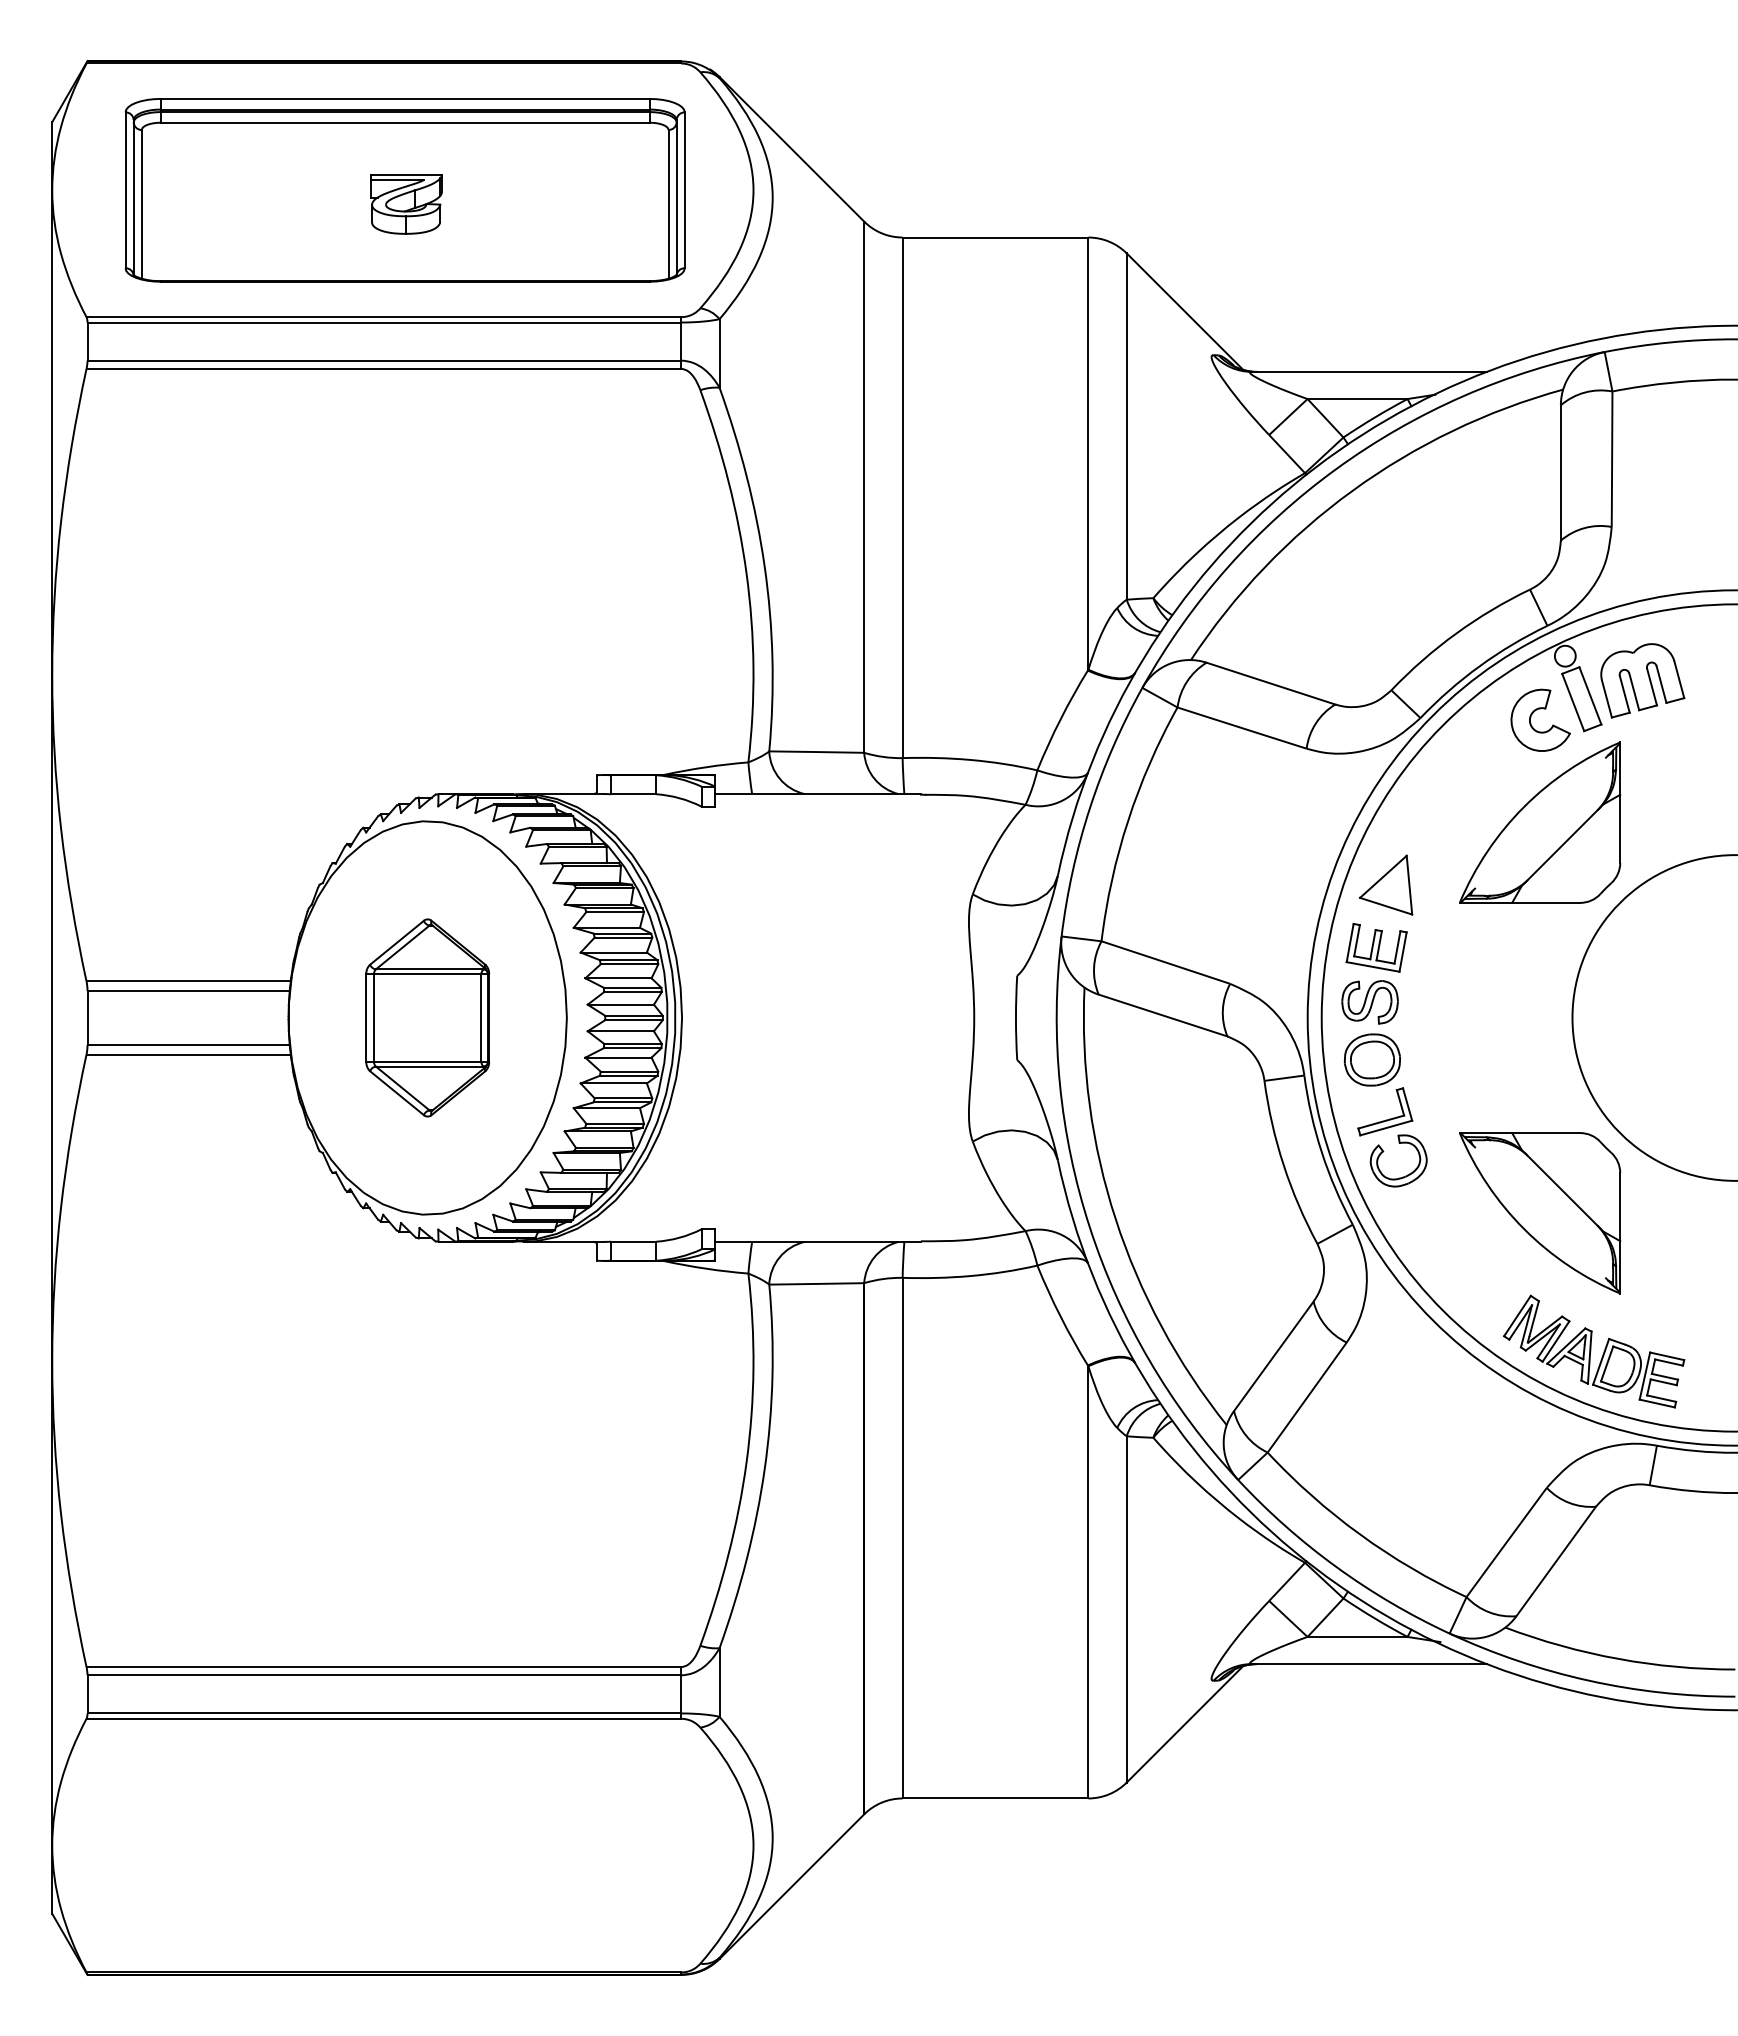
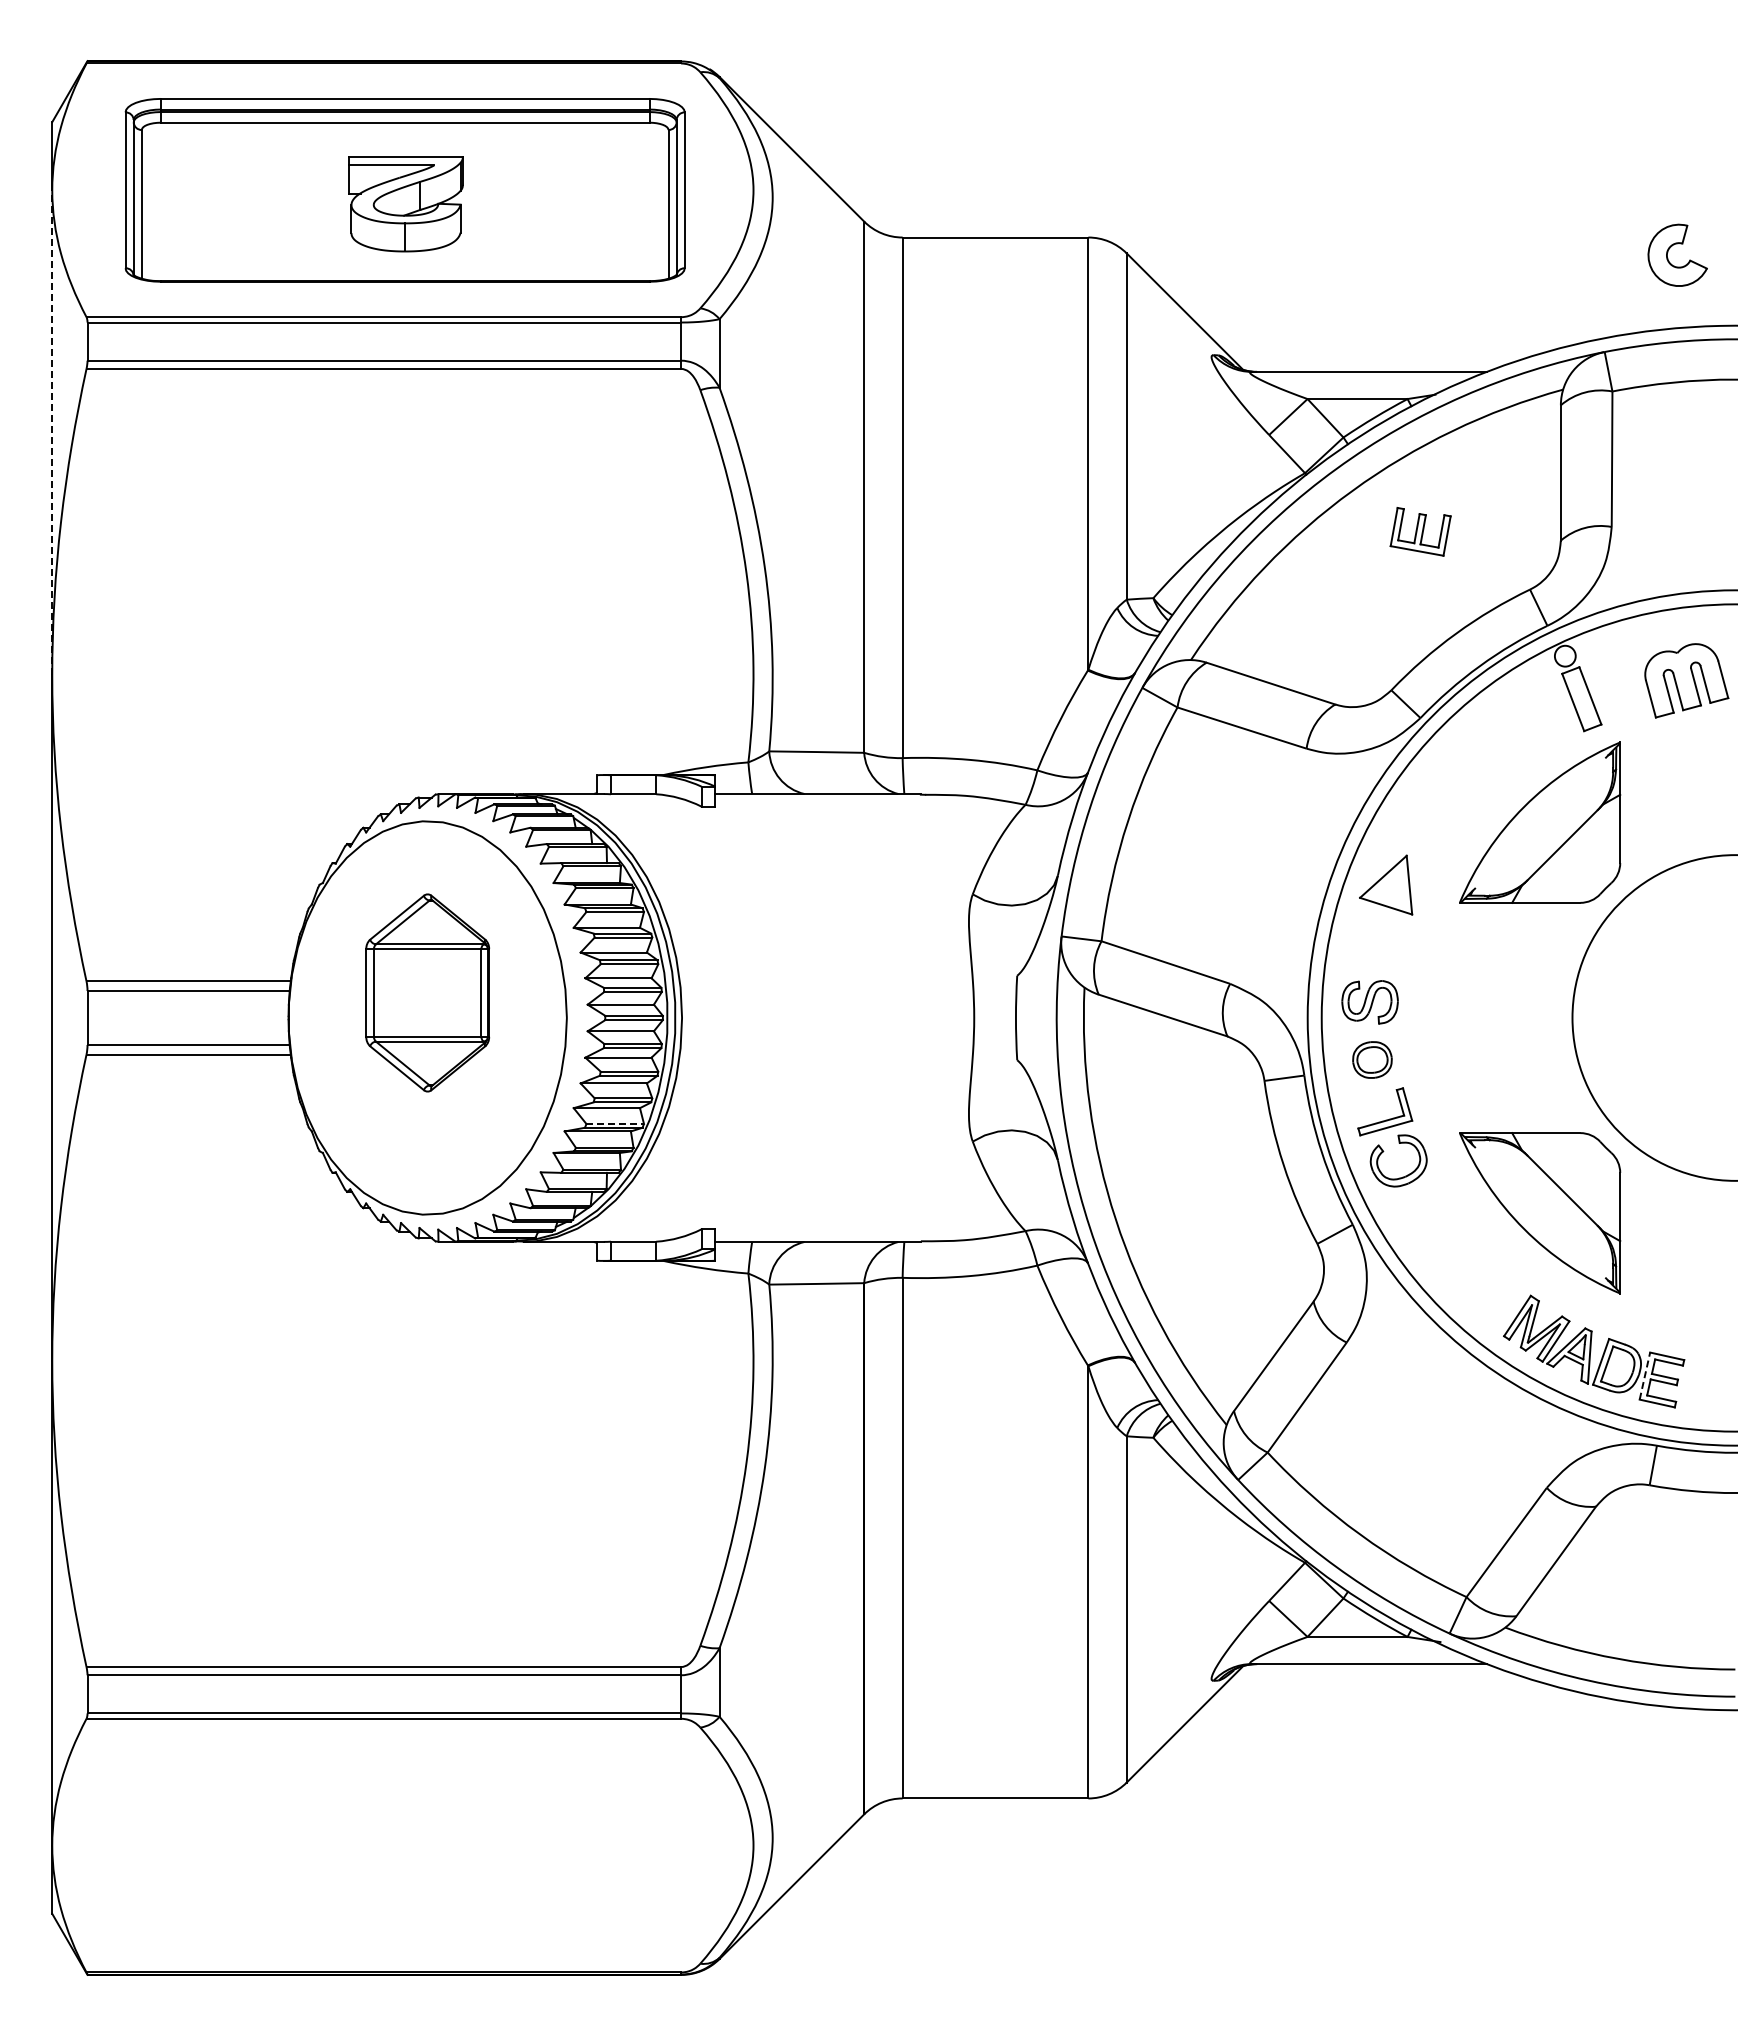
part at (406, 204) size: 73x61 px -> 116x97 px
line at (52, 432): solid -> dashed
part at (1642, 680) position: (1642, 680) -> (1686, 680)
part at (1534, 712) position: (1534, 712) -> (1671, 247)
part at (1376, 947) position: (1376, 947) -> (1420, 531)
part at (427, 1017) position: (427, 1017) -> (427, 992)
part at (1372, 1059) size: 57x54 px -> 41x38 px
line at (615, 1123): solid -> dashed
line at (1645, 1375): solid -> dashed
